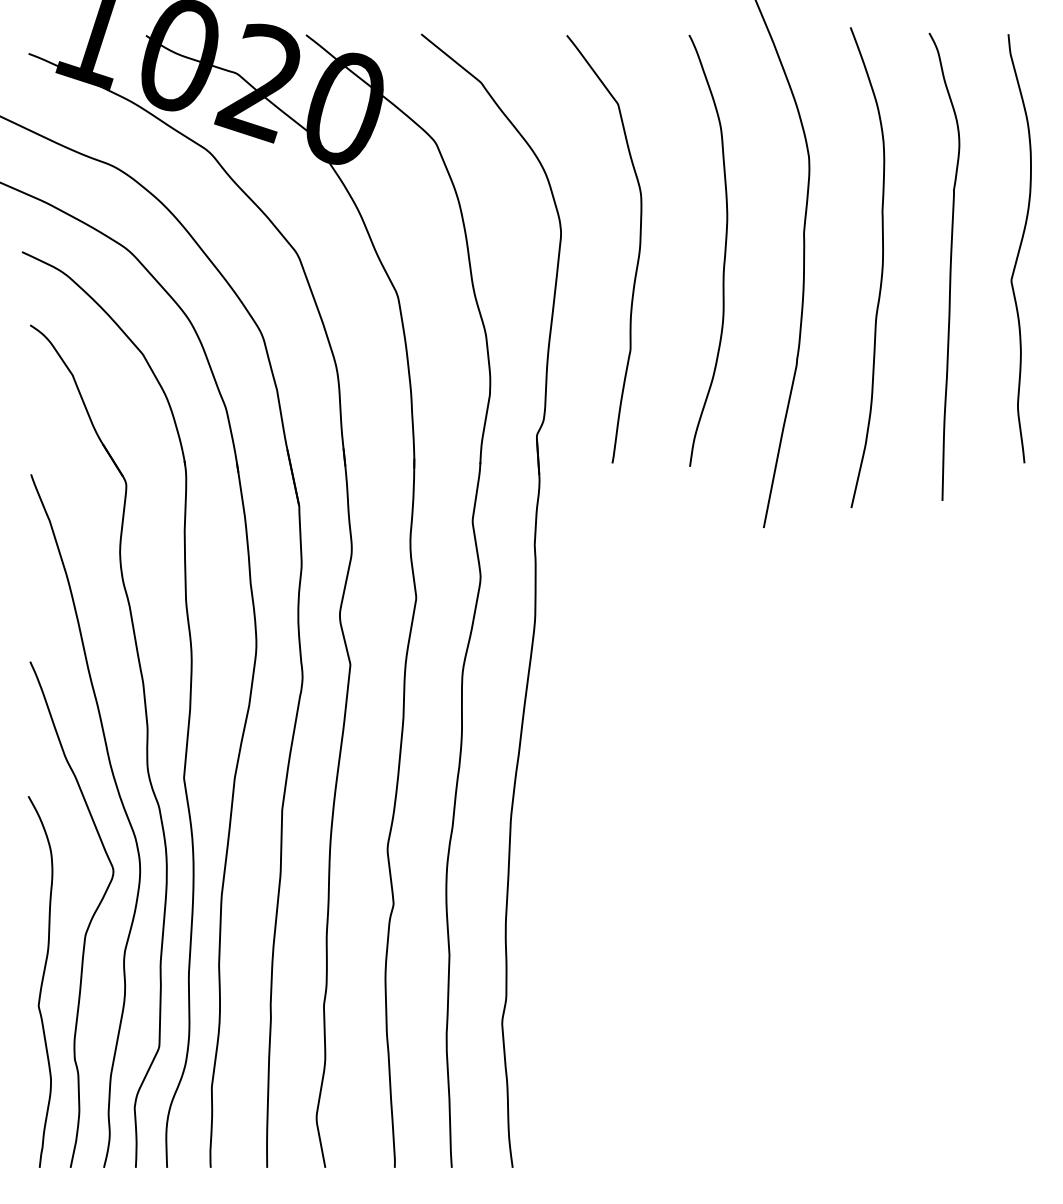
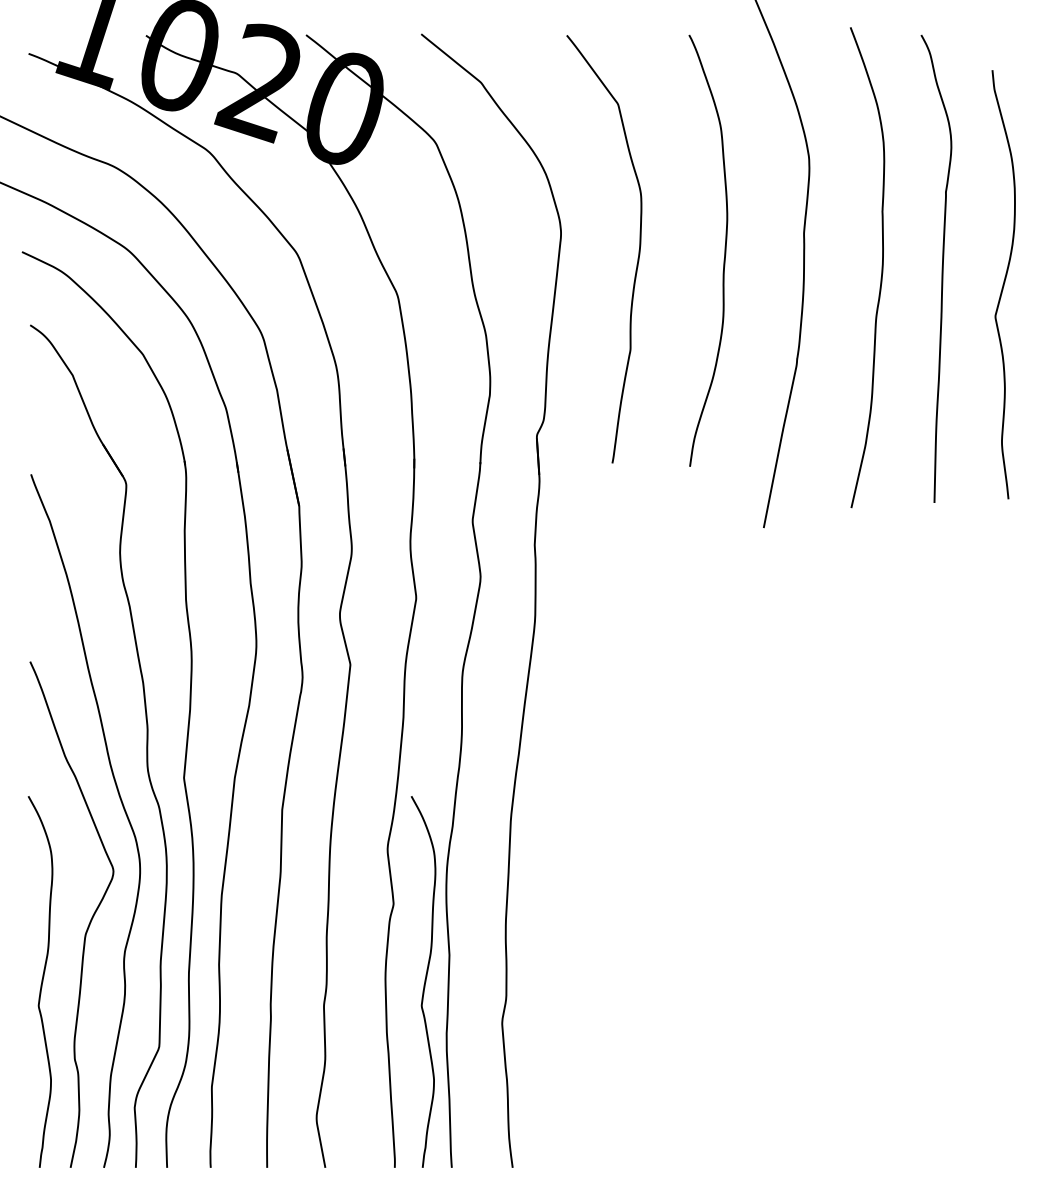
curve at (1019, 248) position: (1019, 248) -> (1003, 284)
curve at (949, 266) position: (949, 266) -> (941, 268)
curve at (424, 981): none -> present
